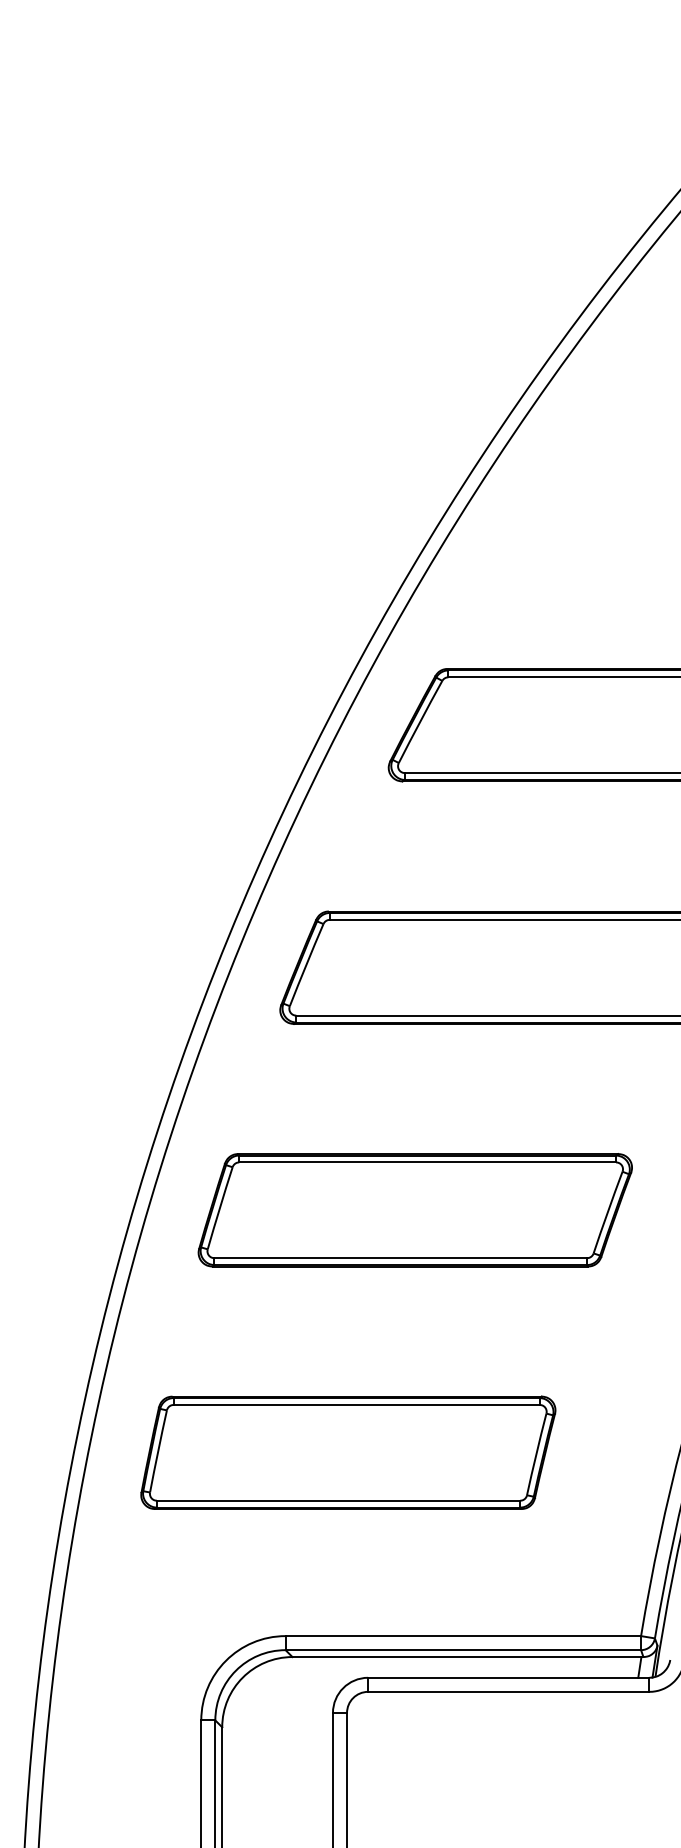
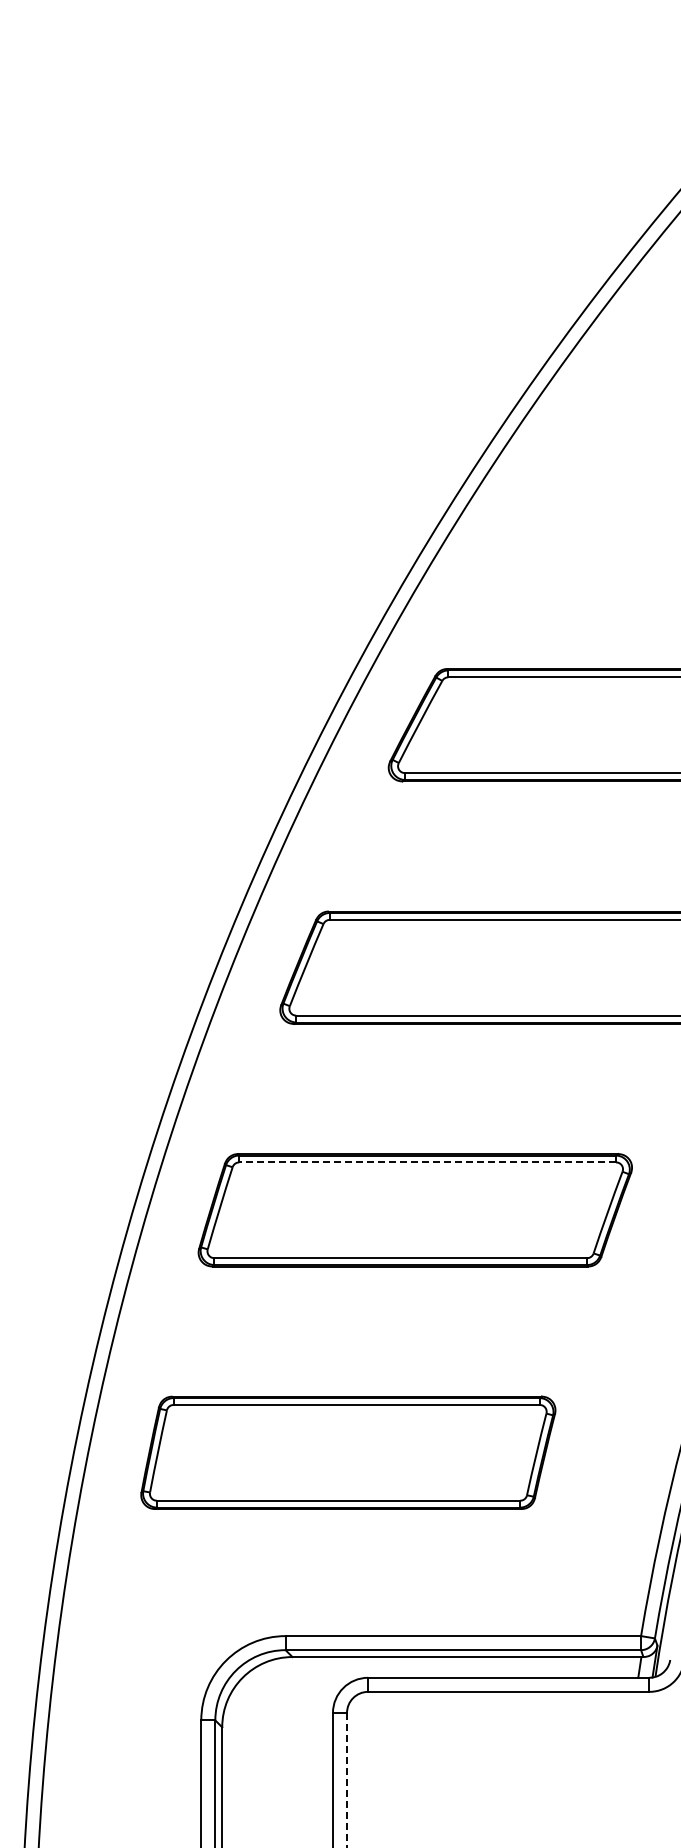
line at (427, 1162): solid -> dashed
line at (347, 1780): solid -> dashed
